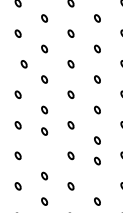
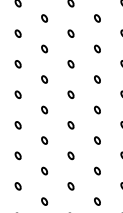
part at (23, 64) position: (23, 64) -> (17, 64)
part at (44, 131) position: (44, 131) -> (44, 140)
part at (97, 160) position: (97, 160) -> (97, 170)
part at (44, 175) position: (44, 175) -> (44, 170)
